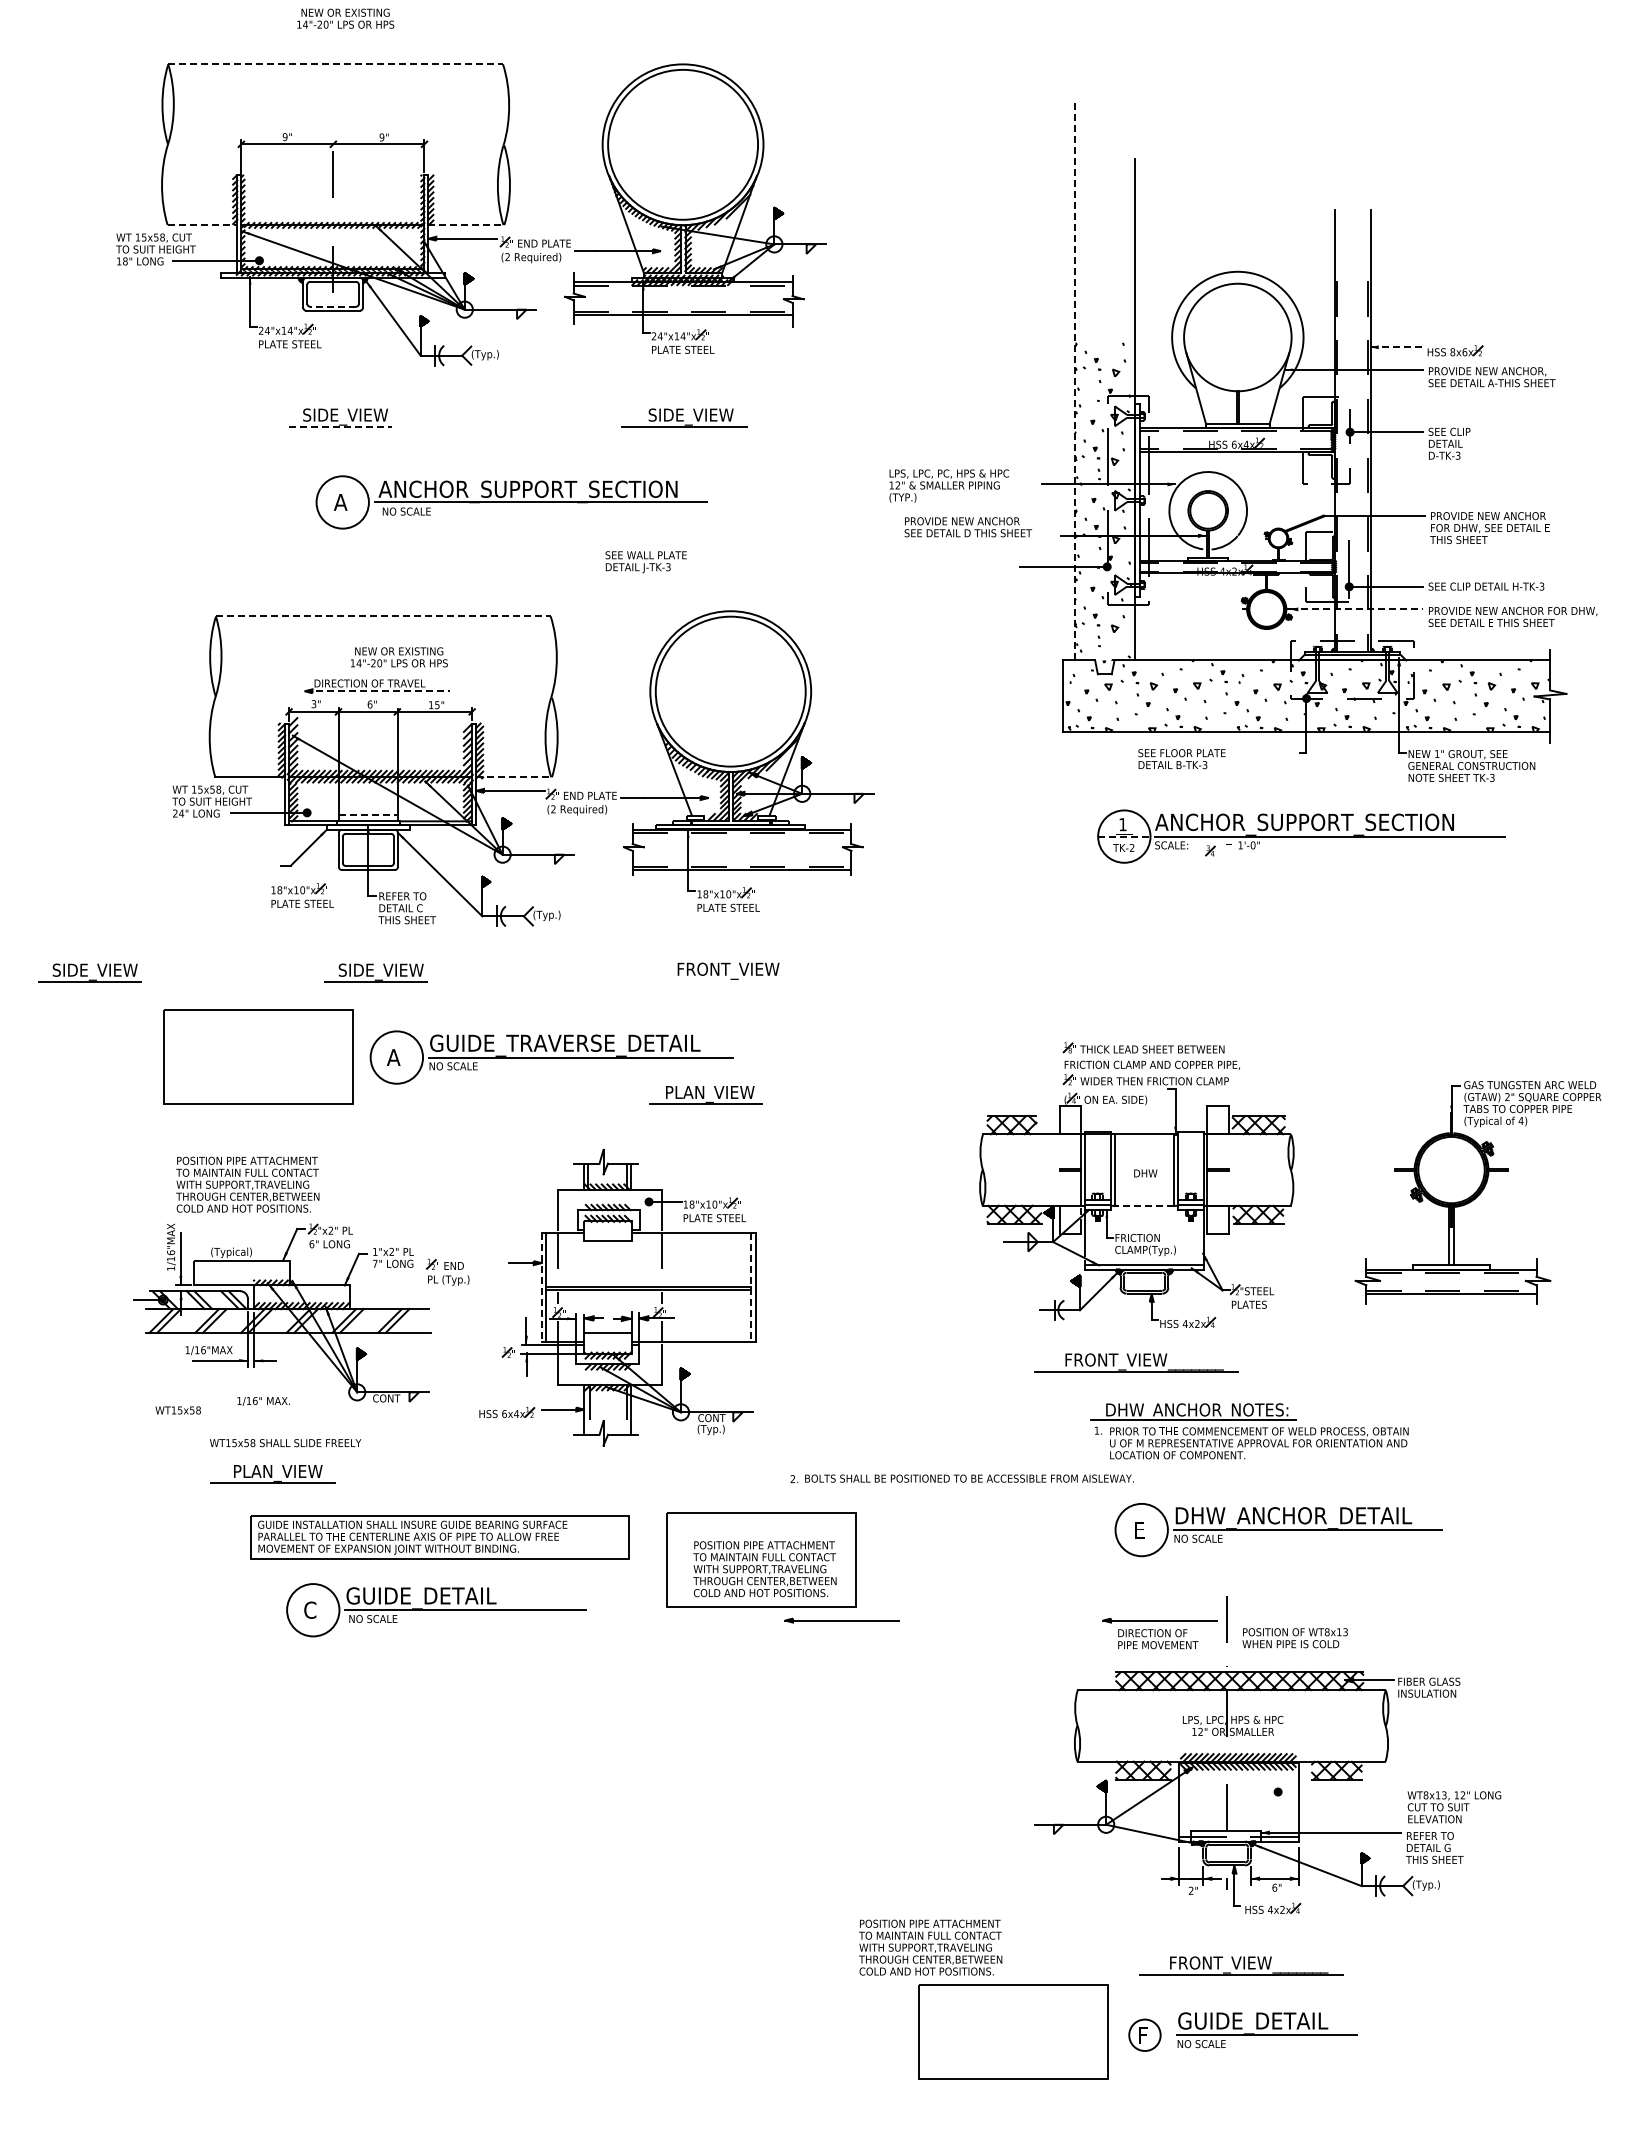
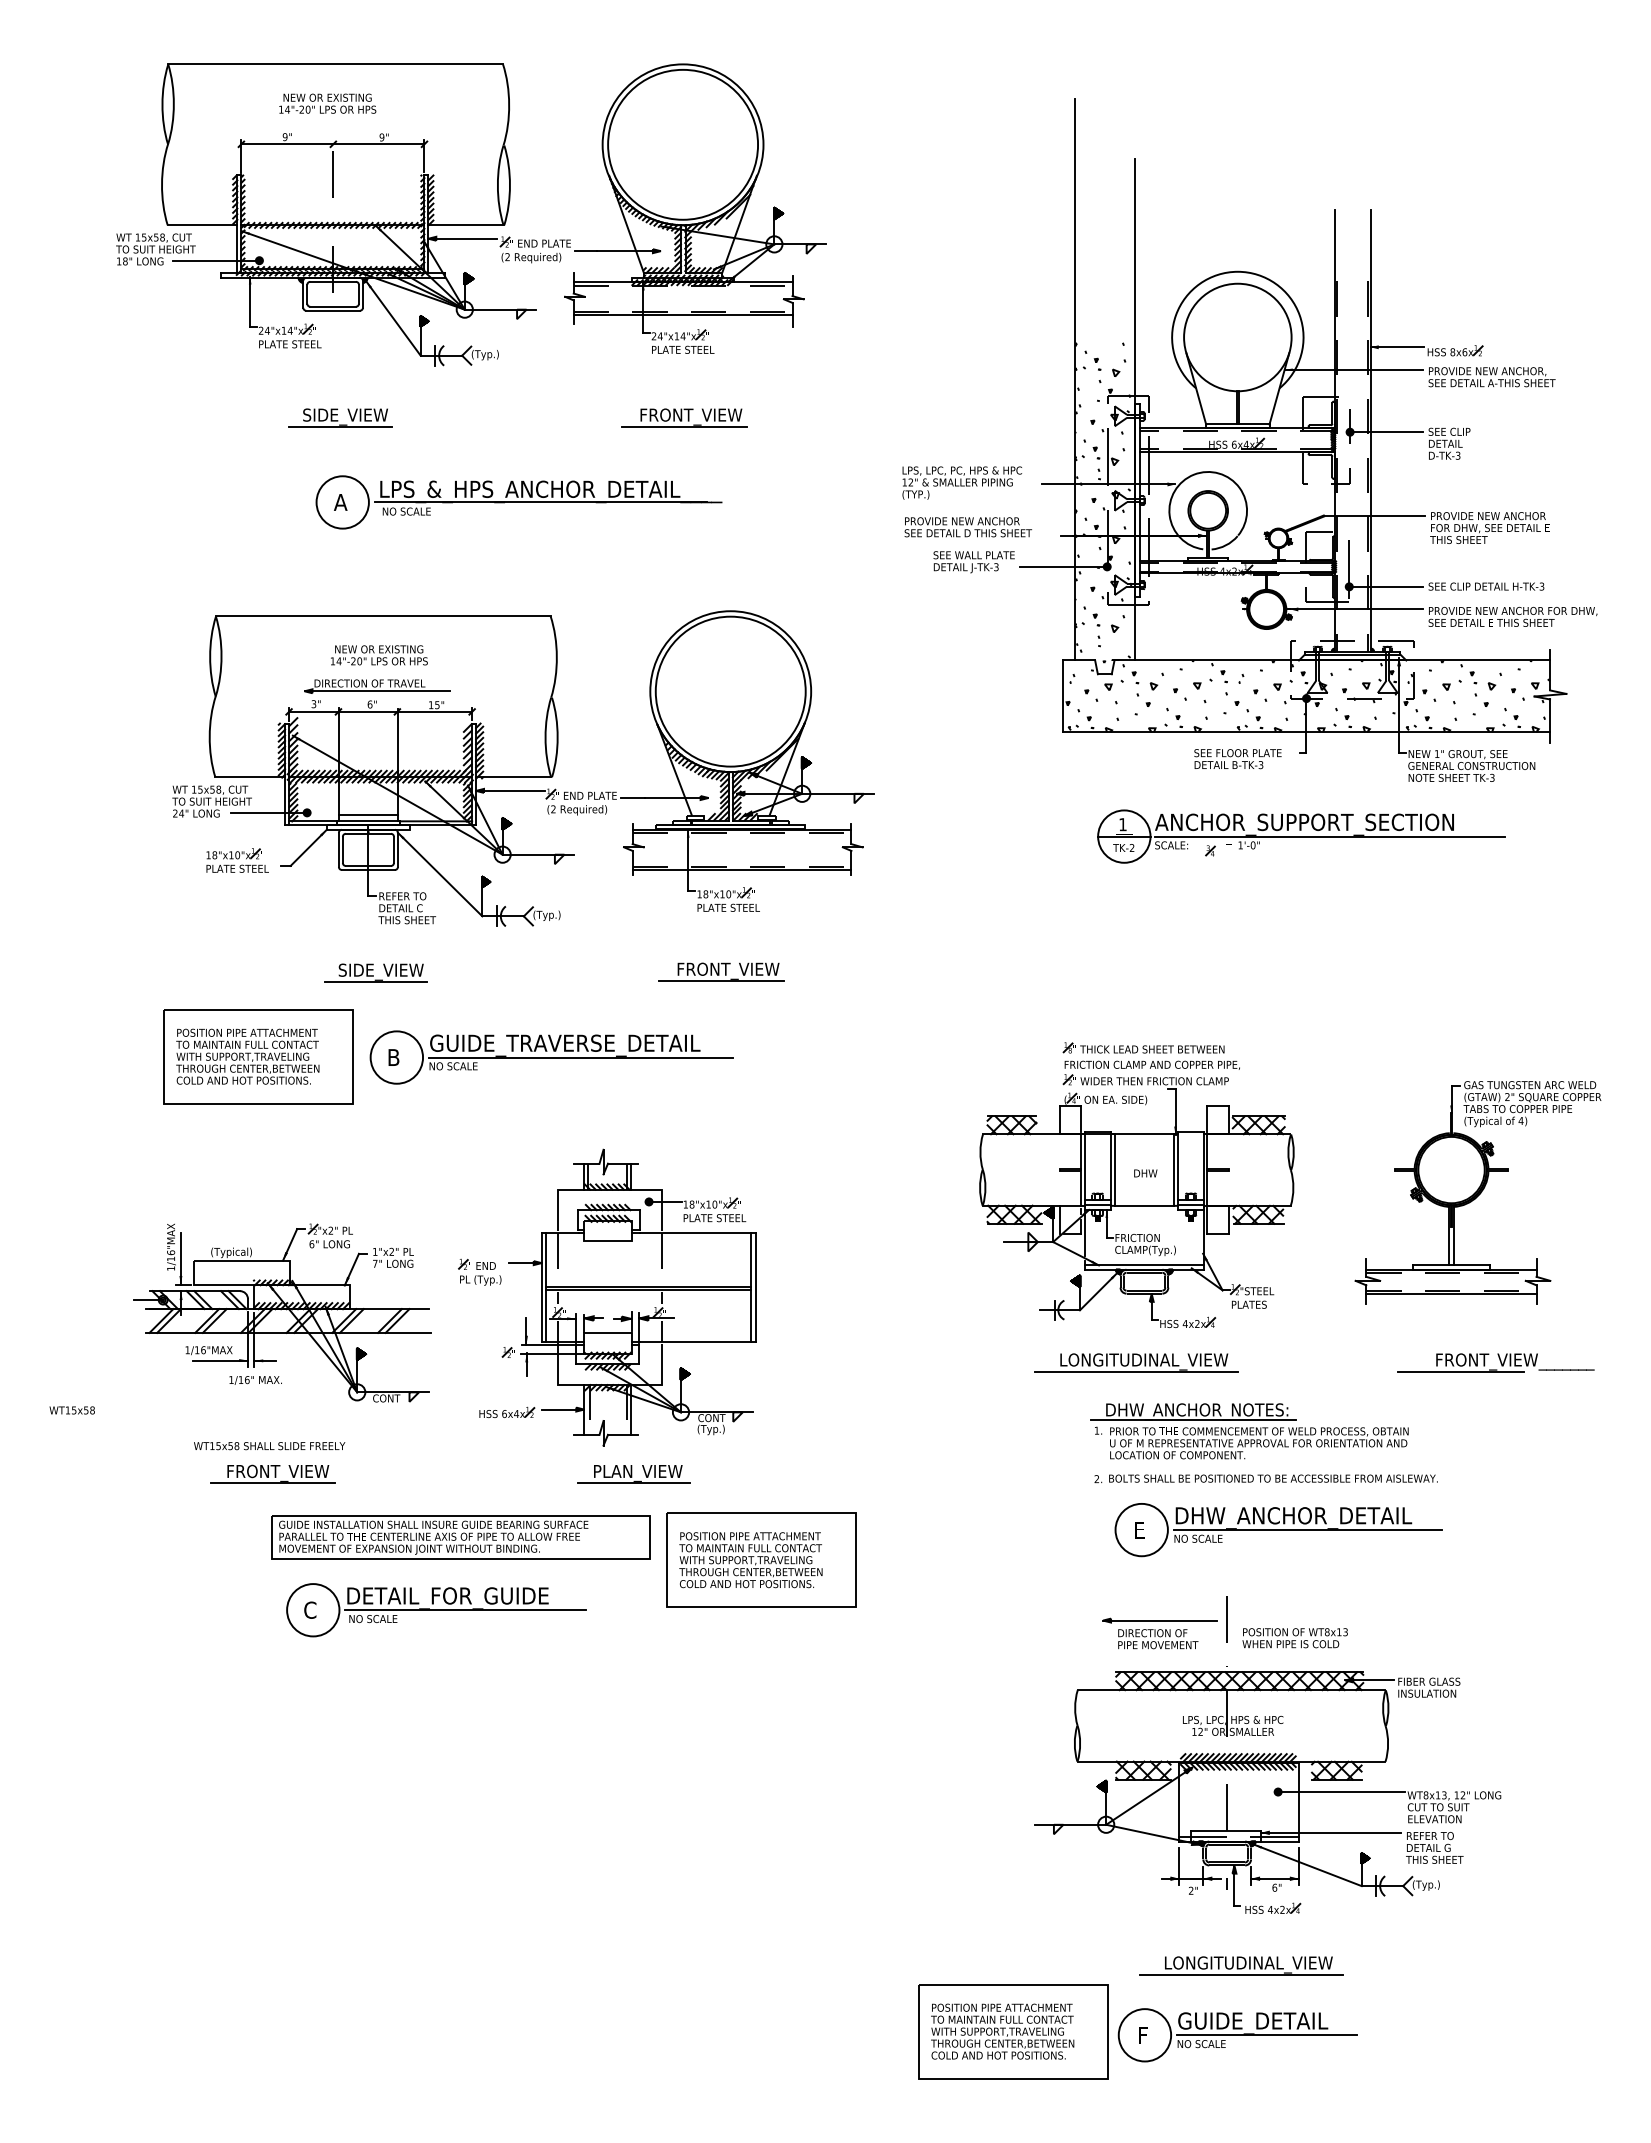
text at (345, 18) position: (345, 18) -> (327, 103)
line at (336, 64): dashed -> solid
line at (202, 225): dashed -> solid
line at (465, 225): dashed -> solid
line at (333, 306): dashed -> solid
line at (1397, 347): dashed -> solid
line at (1075, 379): dashed -> solid
text at (691, 416): SIDE_VIEW -> FRONT_VIEW
line at (341, 426): dashed -> solid
text at (949, 485) position: (949, 485) -> (962, 482)
text at (550, 491): ANCHOR_SUPPORT_SECTION -> LPS_&_HPS_ANCHOR_DETAIL____
text at (645, 562) position: (645, 562) -> (973, 562)
line at (1356, 609): dashed -> solid
line at (383, 616): dashed -> solid
text at (399, 657) position: (399, 657) -> (379, 655)
line at (377, 691): dashed -> solid
text at (1181, 759) position: (1181, 759) -> (1237, 759)
line at (513, 777): dashed -> solid
line at (368, 815): dashed -> solid
line at (1124, 836): dashed -> solid
part at (302, 895) position: (302, 895) -> (237, 860)
part at (89, 972): present -> none
line at (721, 980): none -> present
text at (393, 1057): A -> B
part at (705, 1095) position: (705, 1095) -> (633, 1474)
text at (247, 1184) position: (247, 1184) -> (247, 1056)
line at (1144, 1205): dashed -> solid
part at (447, 1271) position: (447, 1271) -> (479, 1271)
line at (541, 1287): dashed -> solid
line at (751, 1287): dashed -> solid
text at (1144, 1361): FRONT_VIEW_______ -> LONGITUDINAL_VIEW
part at (1495, 1362): none -> present
text at (263, 1401) position: (263, 1401) -> (255, 1380)
text at (177, 1410) position: (177, 1410) -> (71, 1410)
text at (285, 1443) position: (285, 1443) -> (269, 1446)
text at (278, 1472): PLAN_VIEW -> FRONT_VIEW
text at (961, 1478) position: (961, 1478) -> (1265, 1478)
part at (439, 1537) position: (439, 1537) -> (460, 1537)
text at (764, 1569) position: (764, 1569) -> (750, 1560)
text at (447, 1597): GUIDE_DETAIL -> DETAIL_FOR_GUIDE
part at (841, 1620): present -> none
line at (1341, 1792): none -> present
text at (930, 1947) position: (930, 1947) -> (1002, 2031)
text at (1248, 1964): FRONT_VIEW_______ -> LONGITUDINAL_VIEW
circle at (1144, 2035) diameter: 31 px -> 52 px
